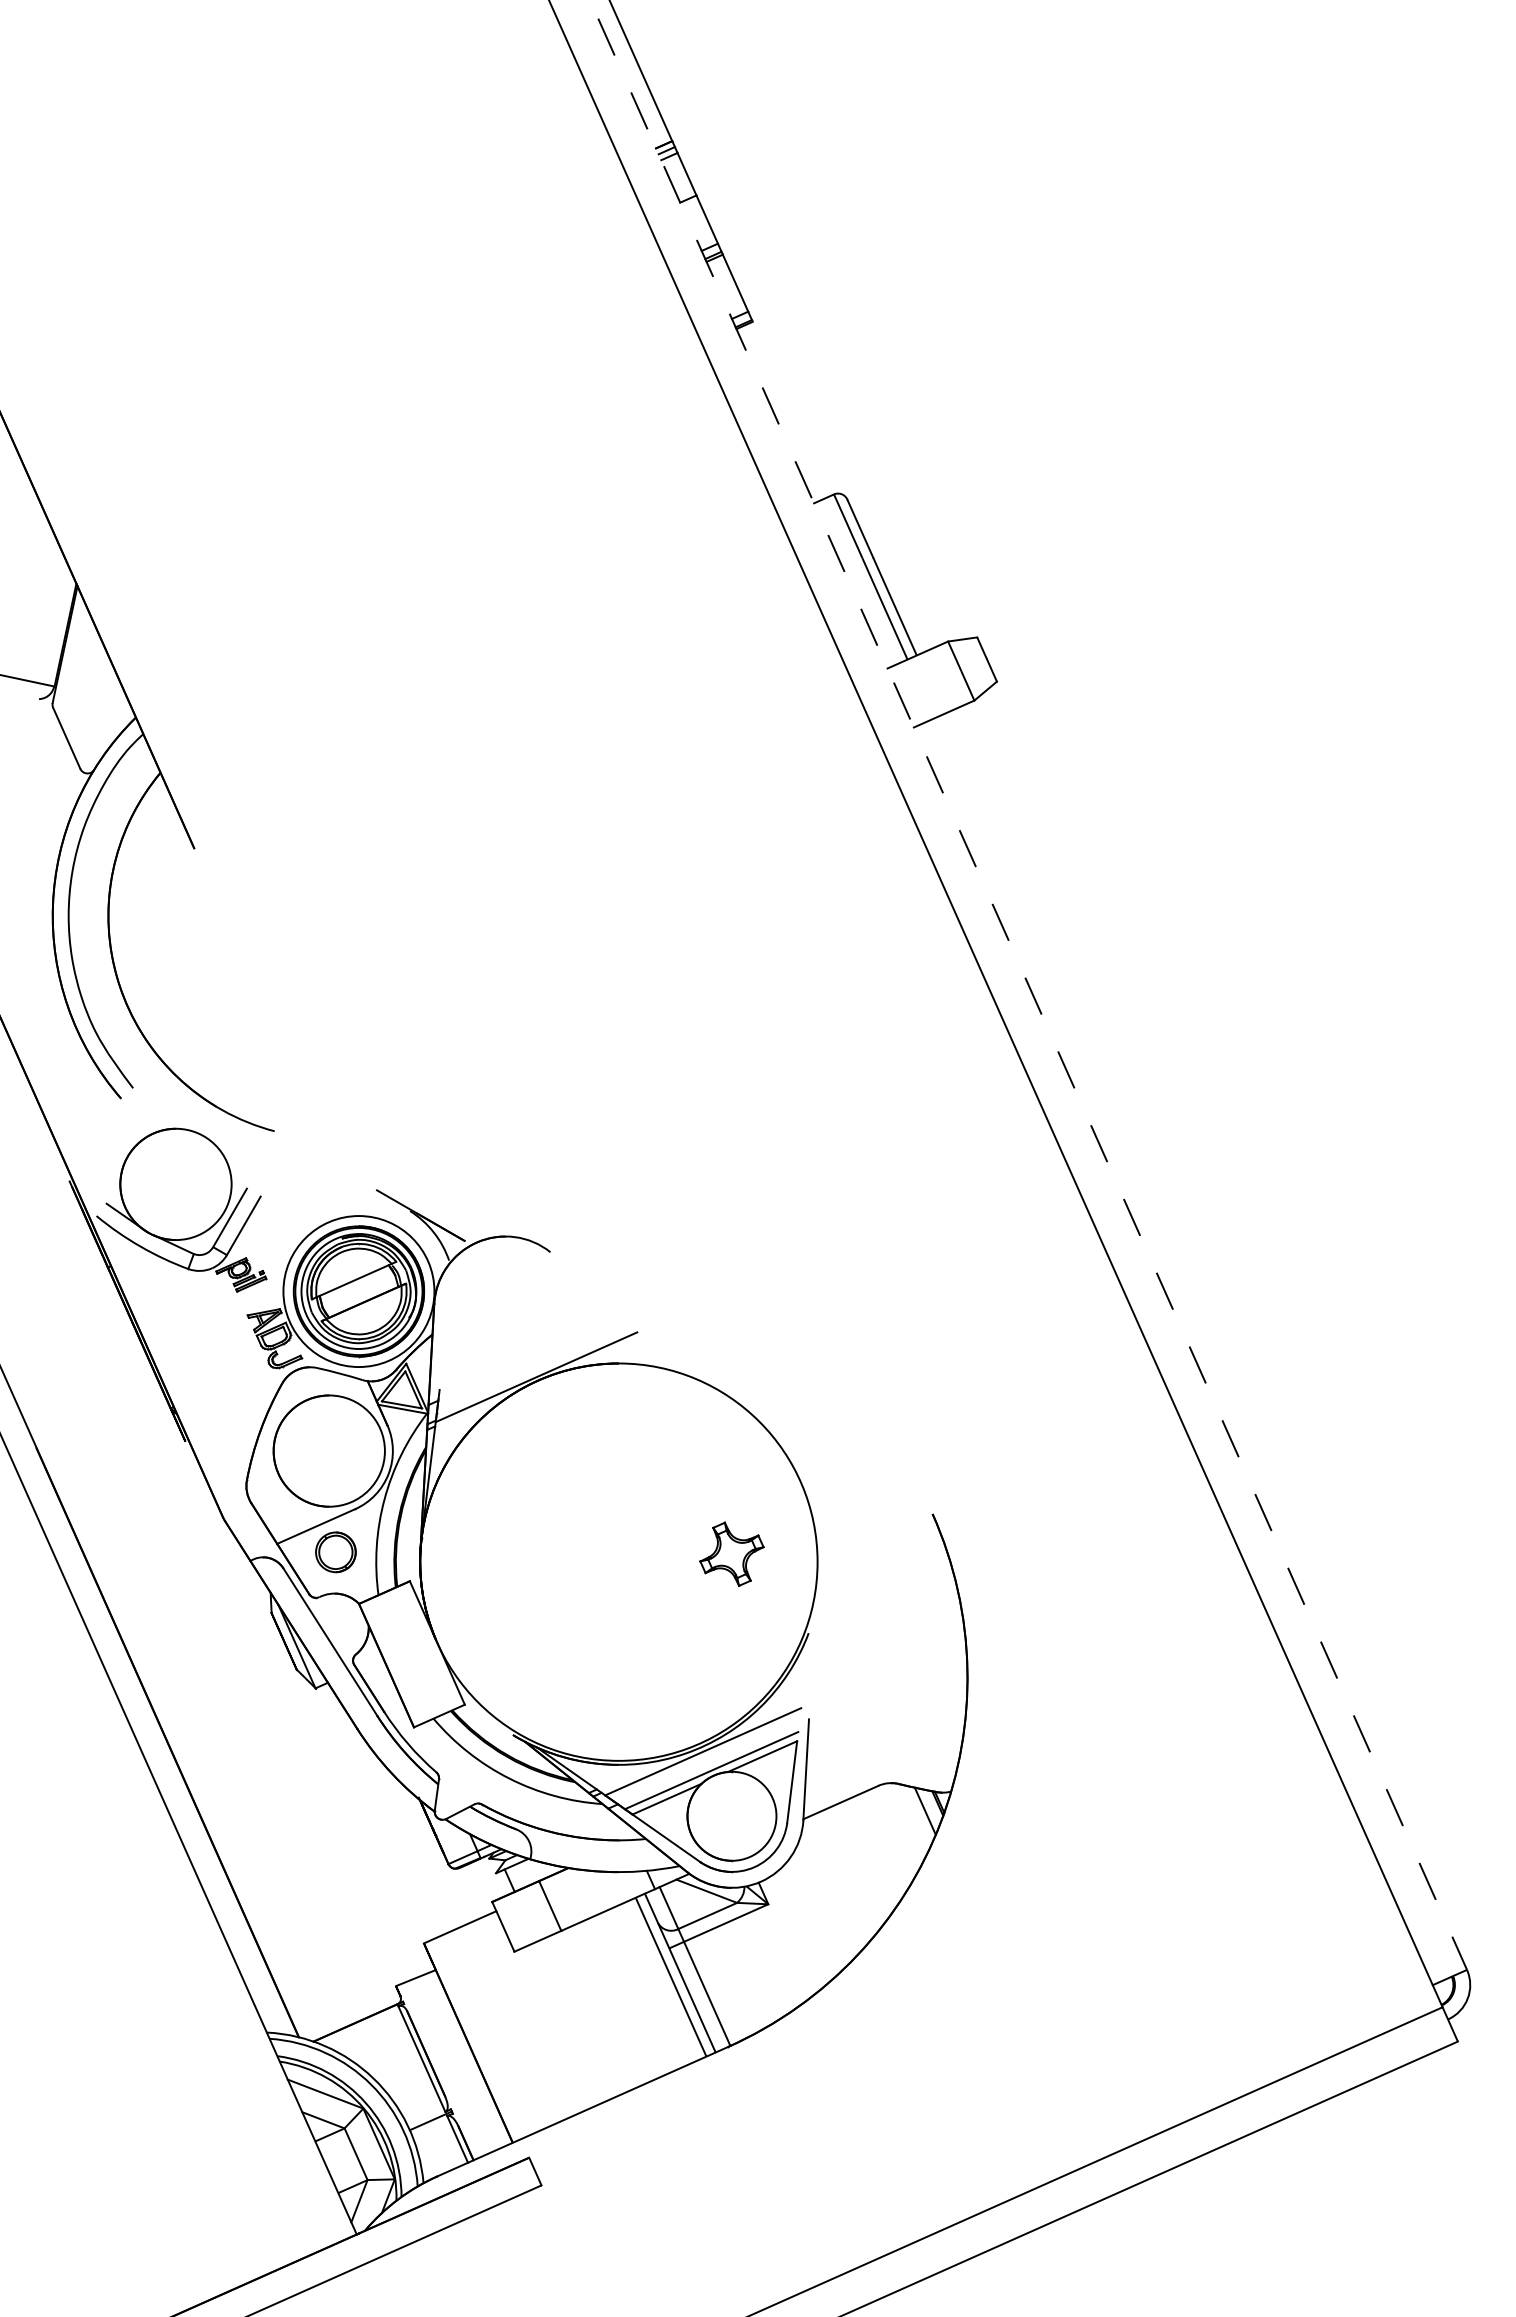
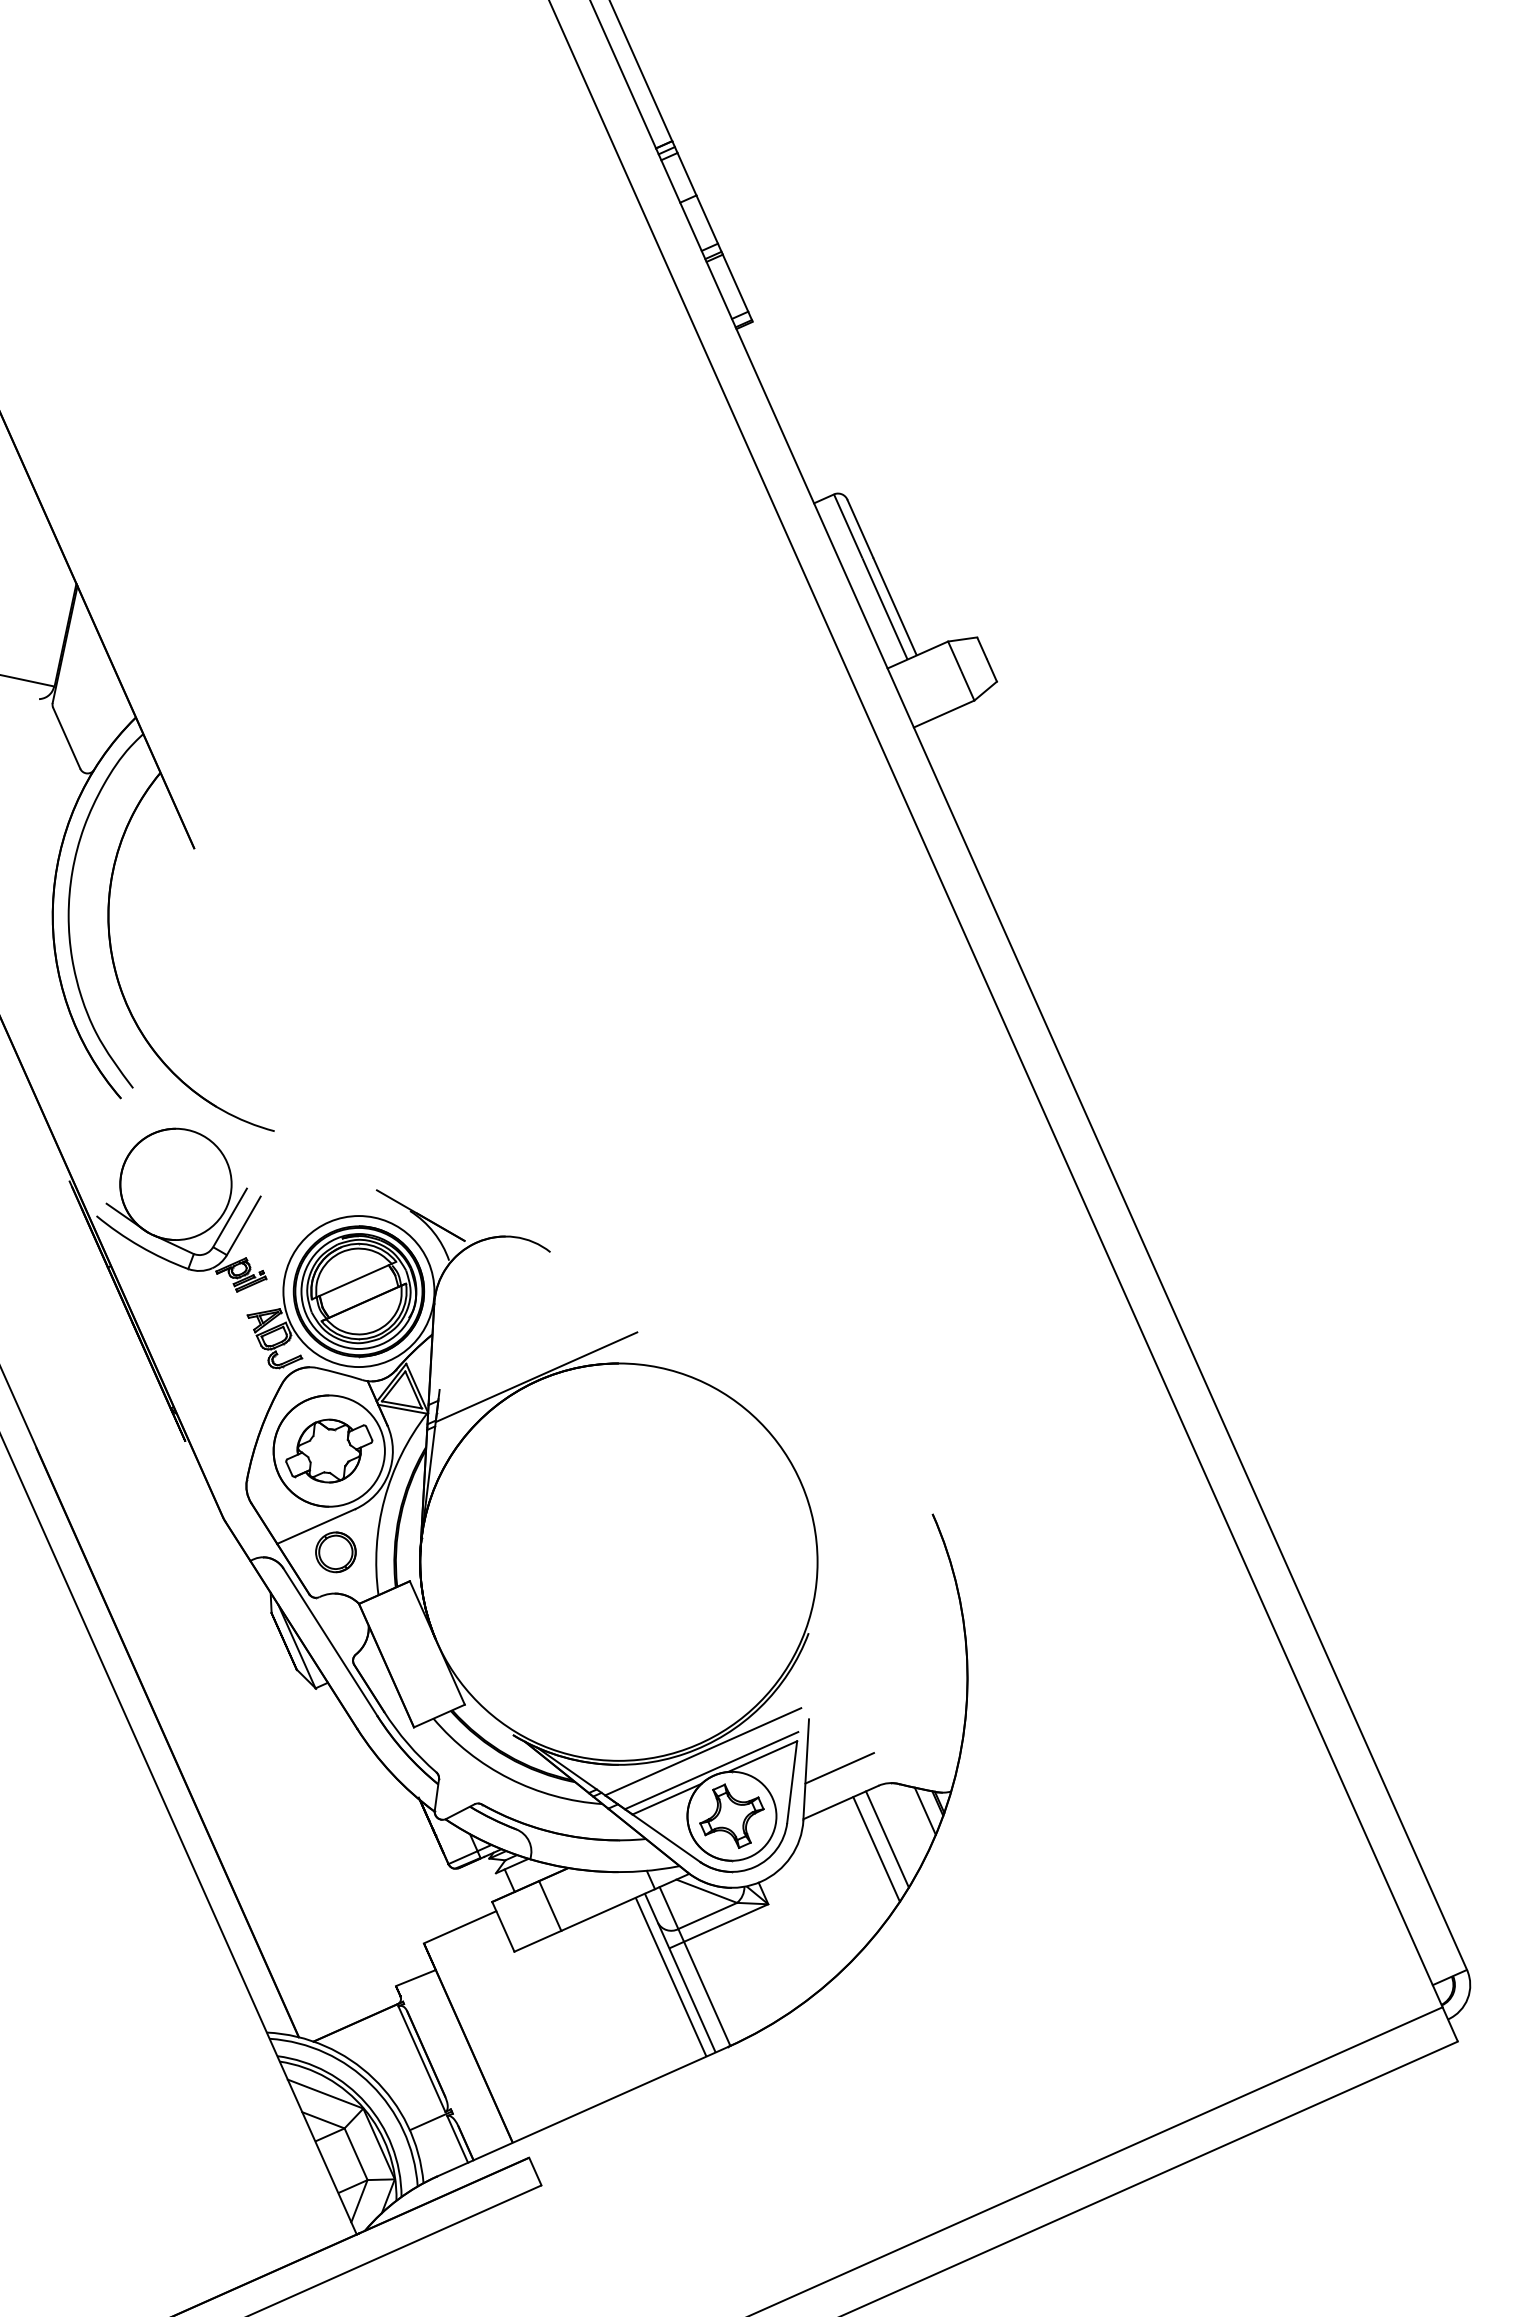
line at (1028, 985): dashed -> solid
part at (329, 1450): none -> present
part at (731, 1553) position: (731, 1553) -> (731, 1815)
line at (839, 1768): none -> present
line at (887, 1839): none -> present
line at (876, 1849): none -> present
